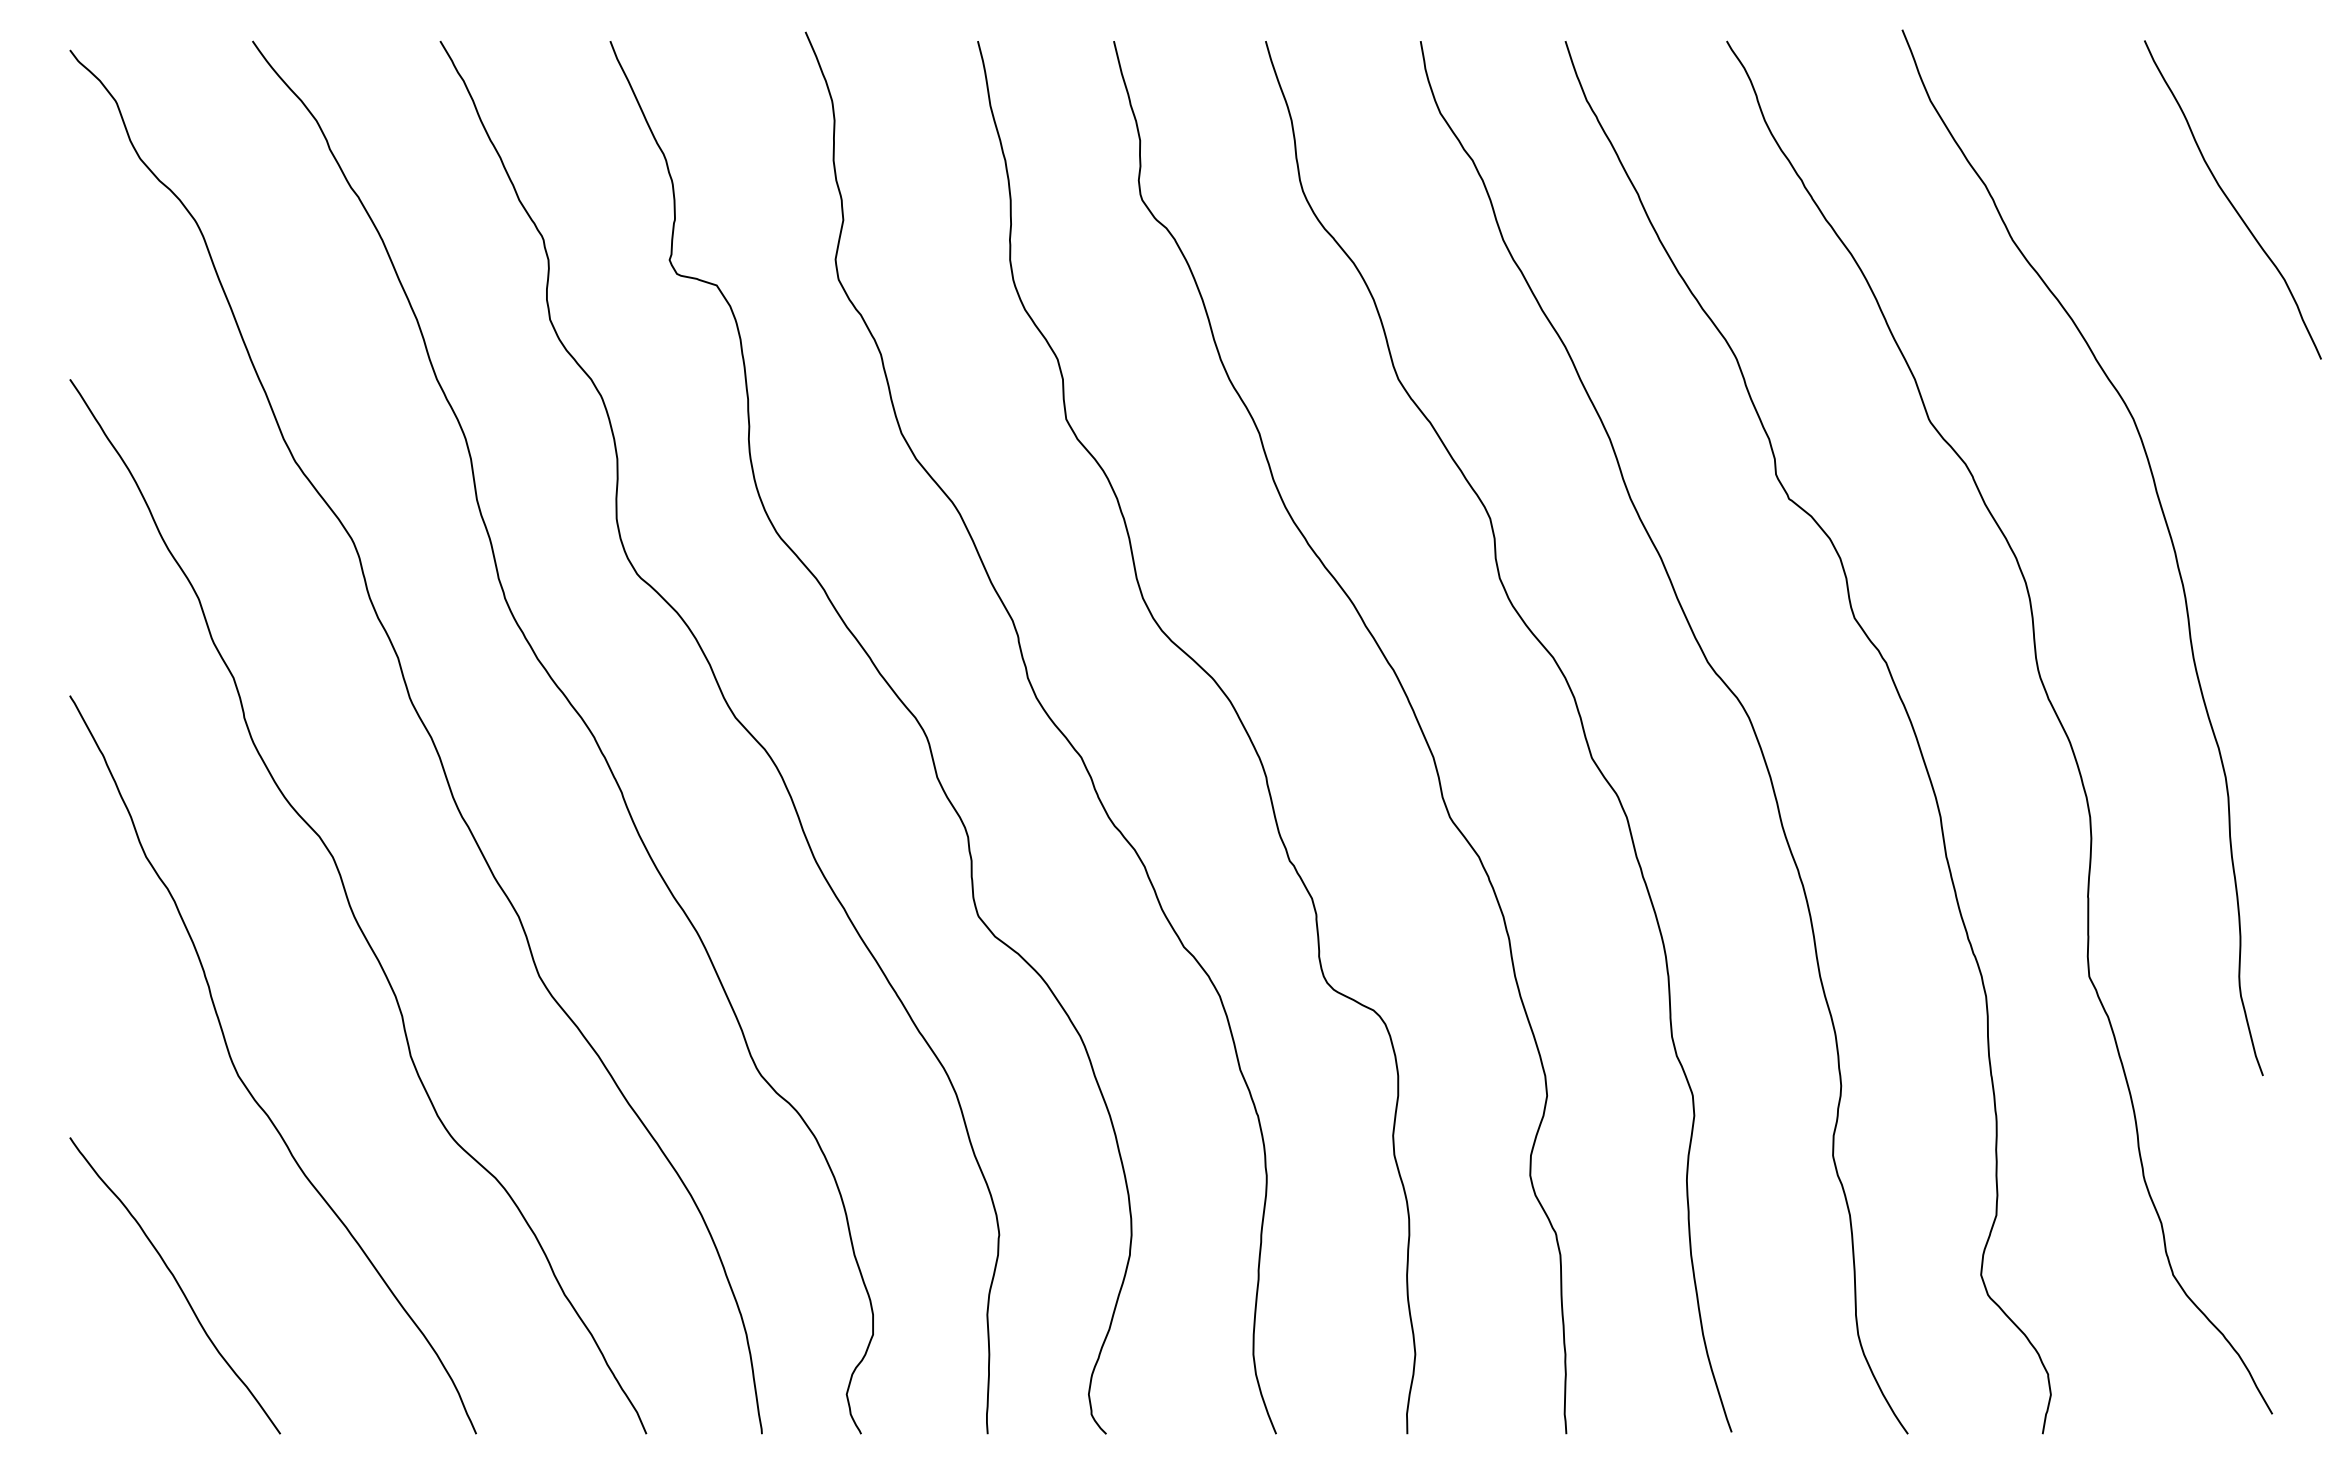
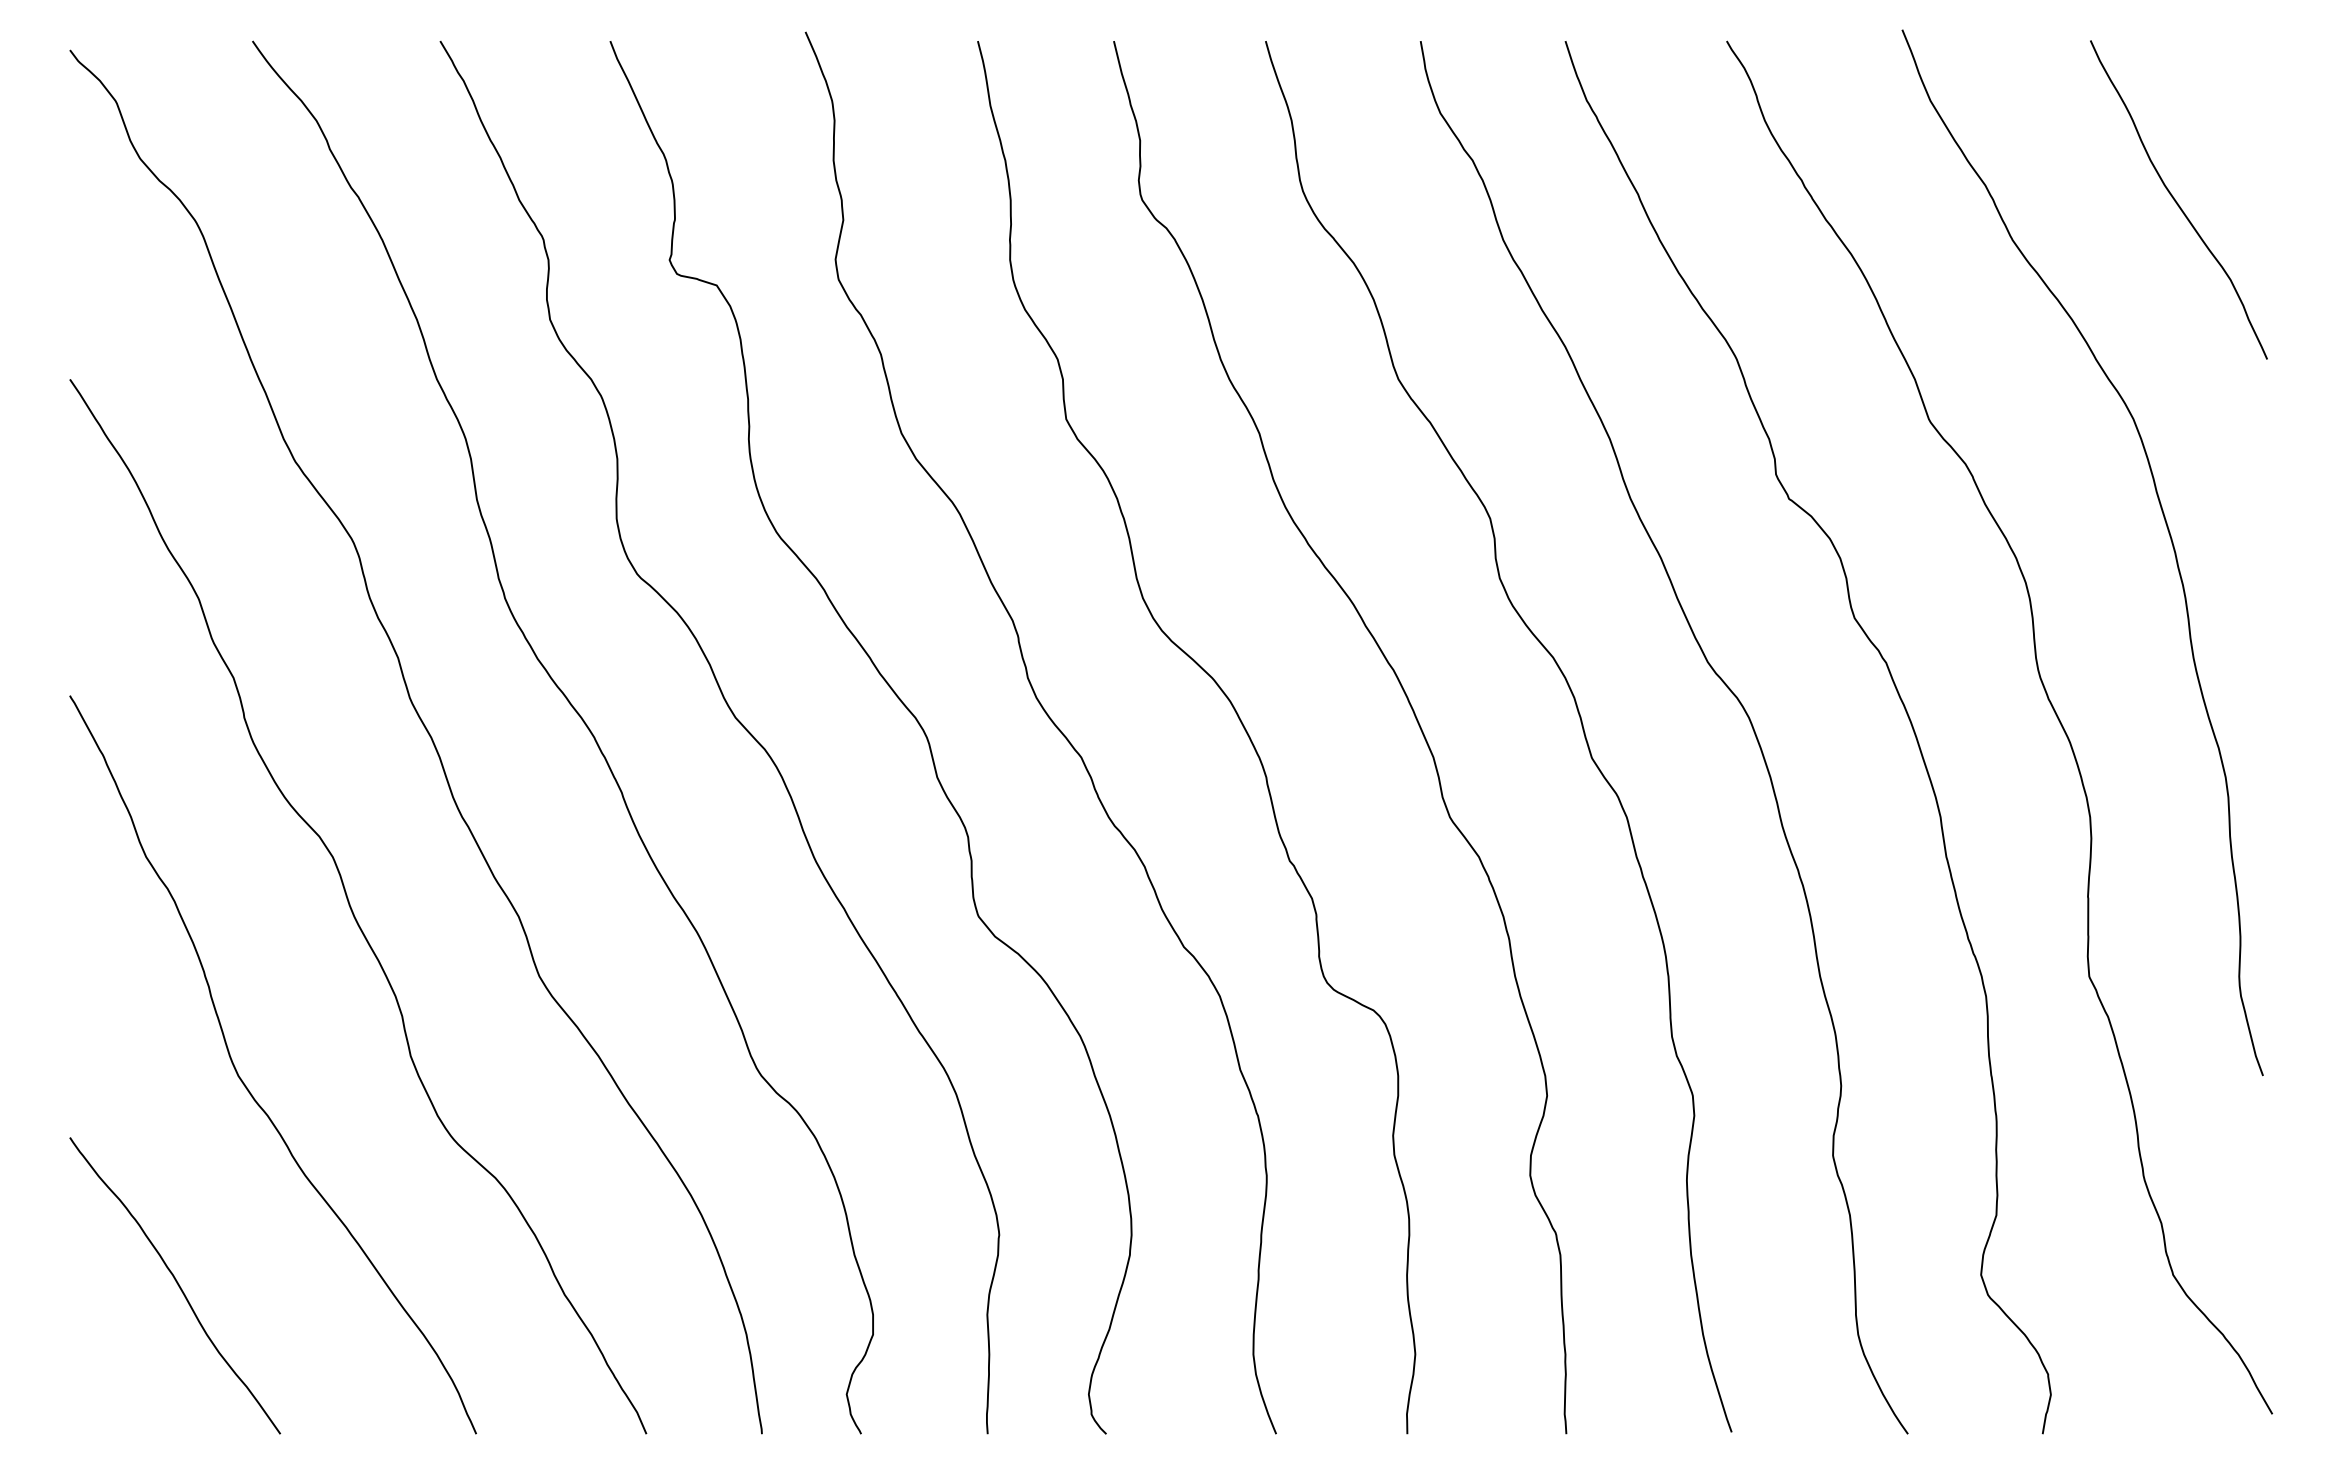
curve at (2230, 200) position: (2230, 200) -> (2176, 200)
